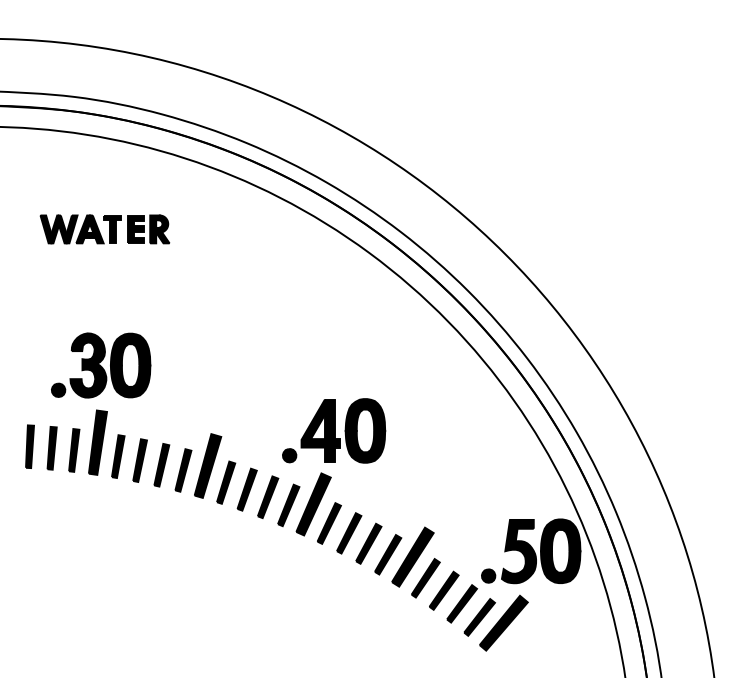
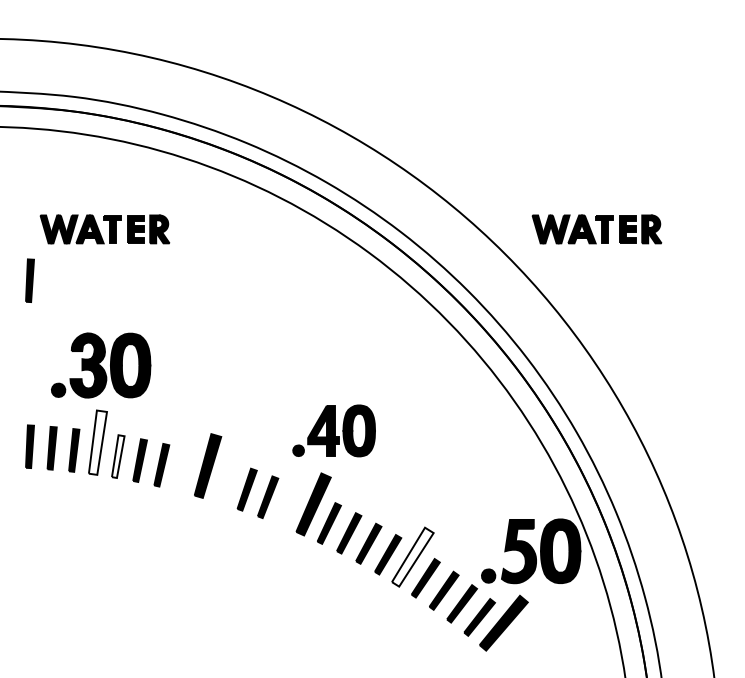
part at (596, 229): none -> present
part at (29, 280): none -> present
part at (334, 430) size: 105x66 px -> 84x54 px
fill at (97, 442): present -> none
fill at (117, 456): present -> none
part at (183, 470): present -> none
part at (226, 482): present -> none
part at (288, 505): present -> none
fill at (412, 556): present -> none
